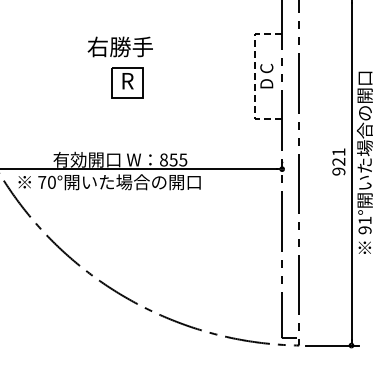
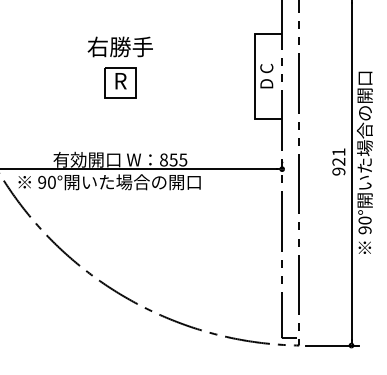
line at (254, 77): dashed -> solid
part at (127, 82) position: (127, 82) -> (120, 82)
text at (42, 181): 70° -> 90°
text at (364, 220): 91° -> 90°
